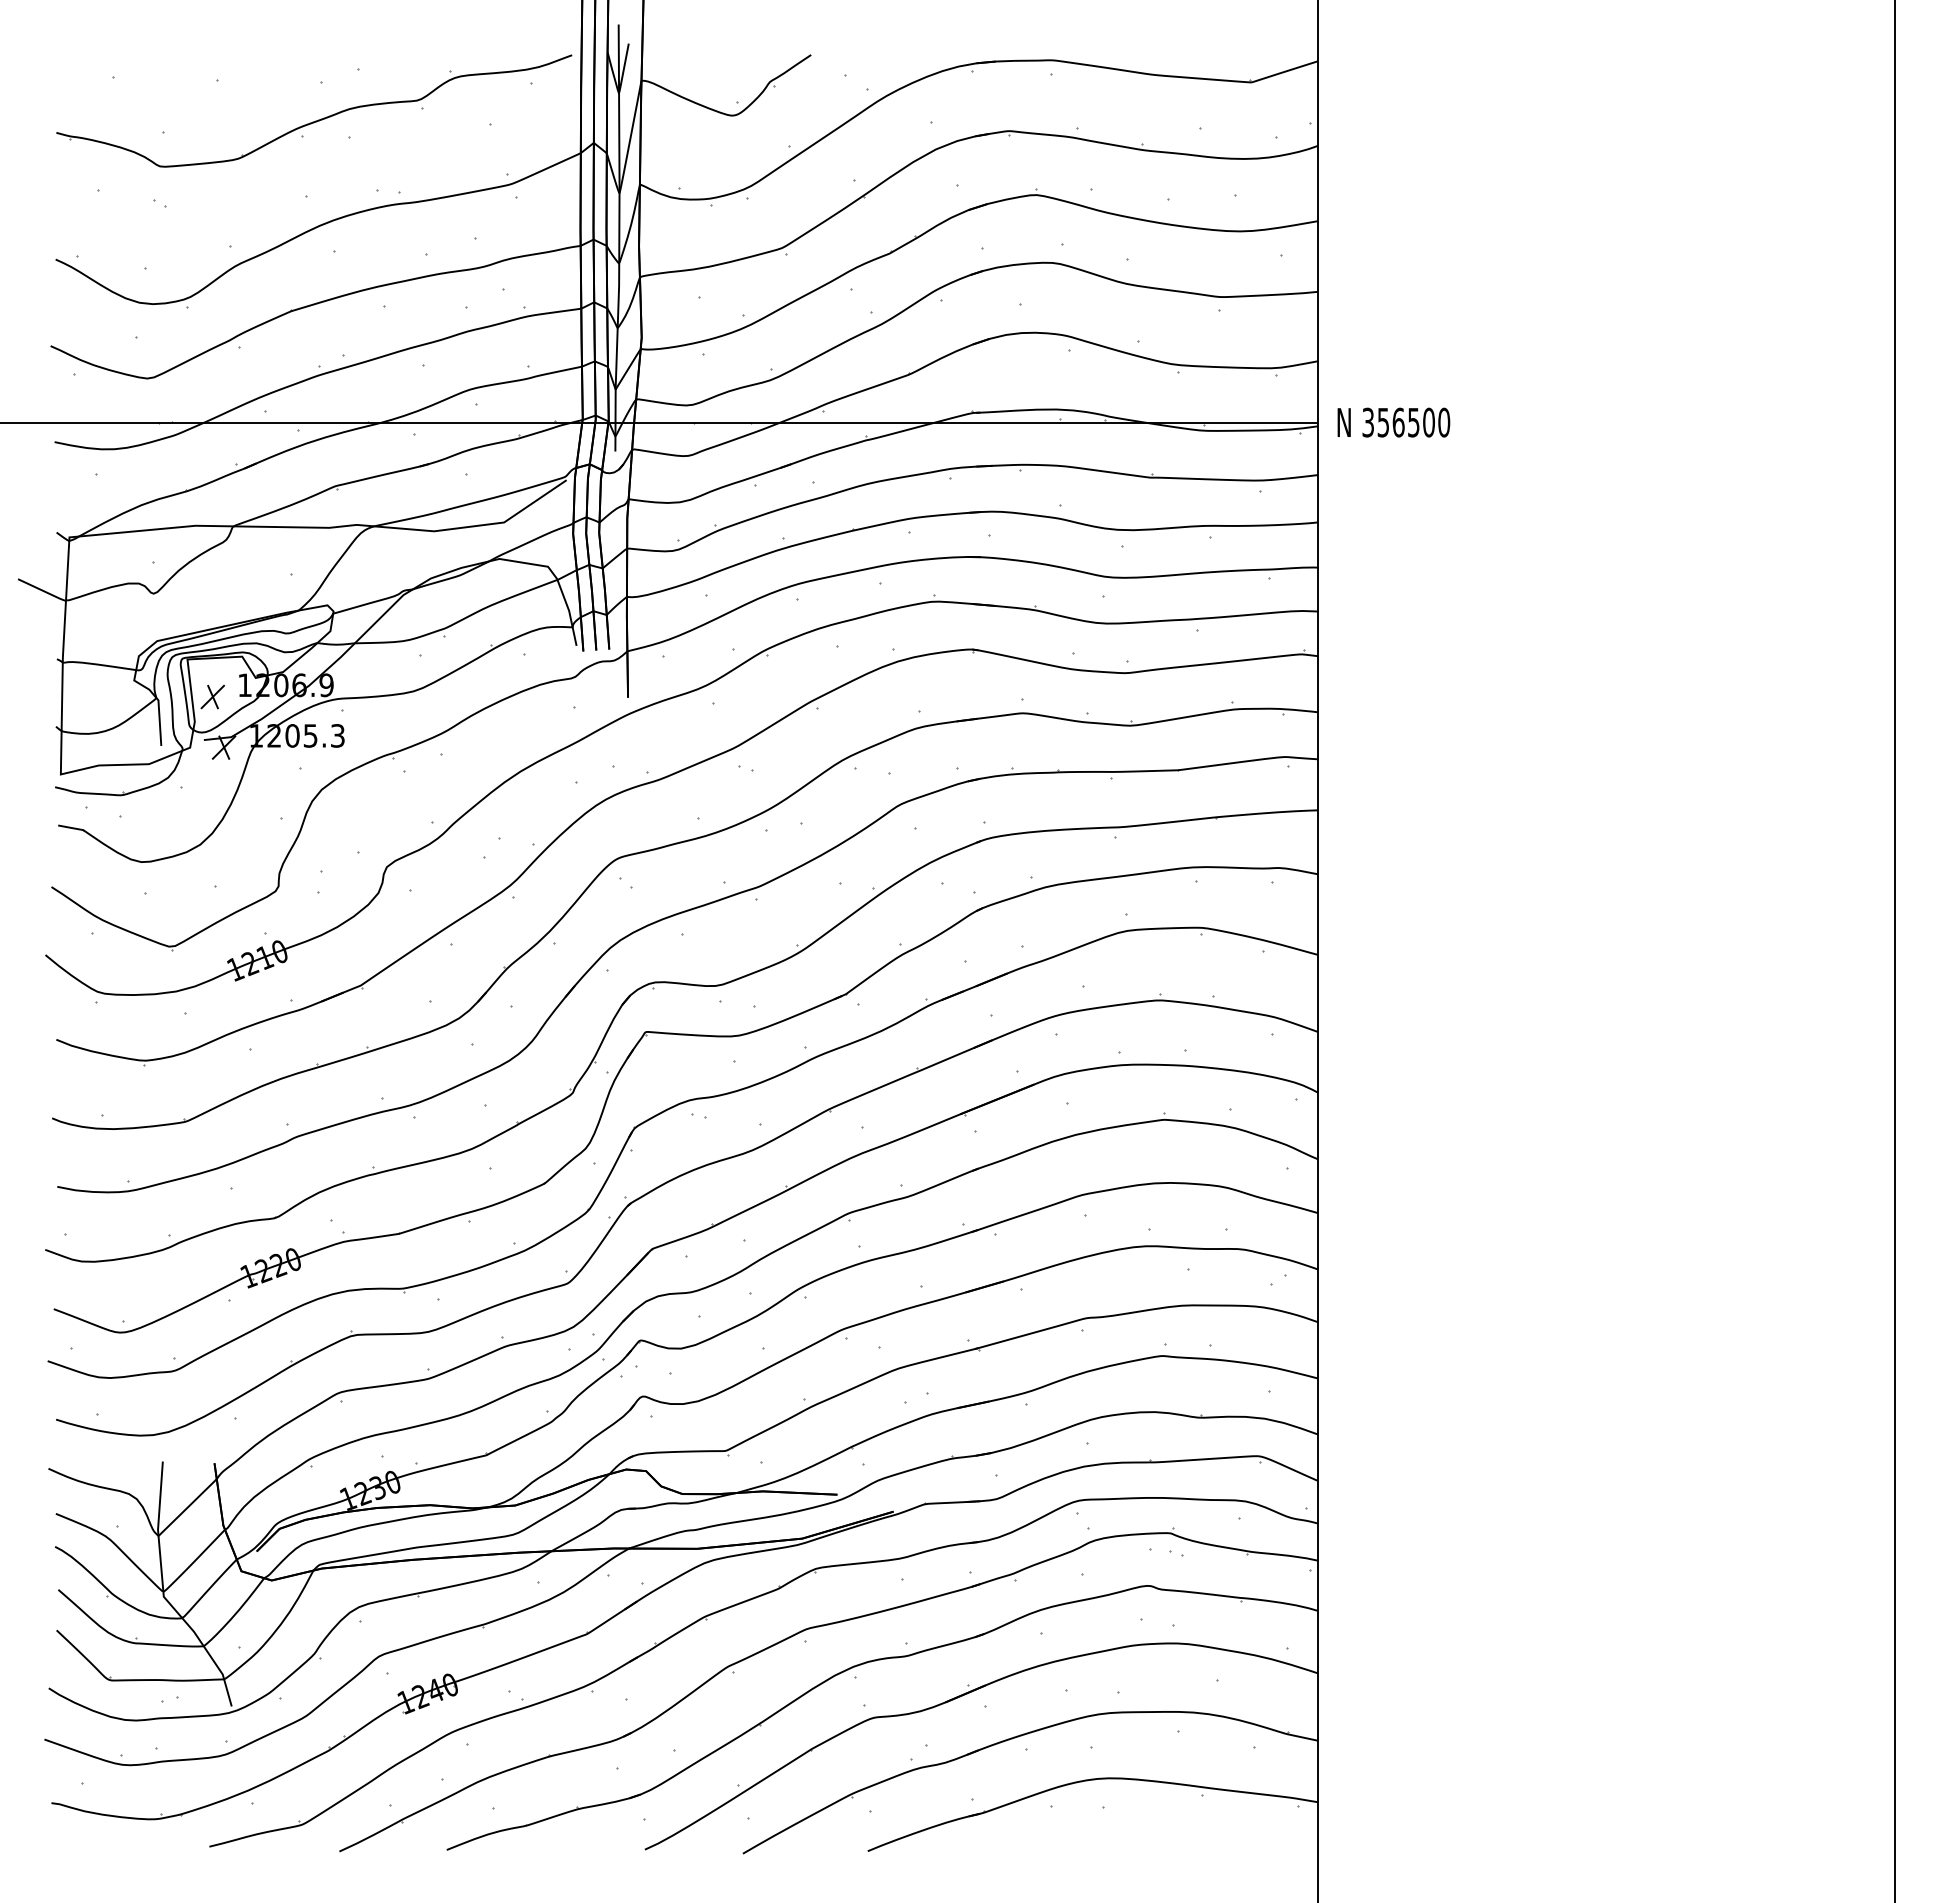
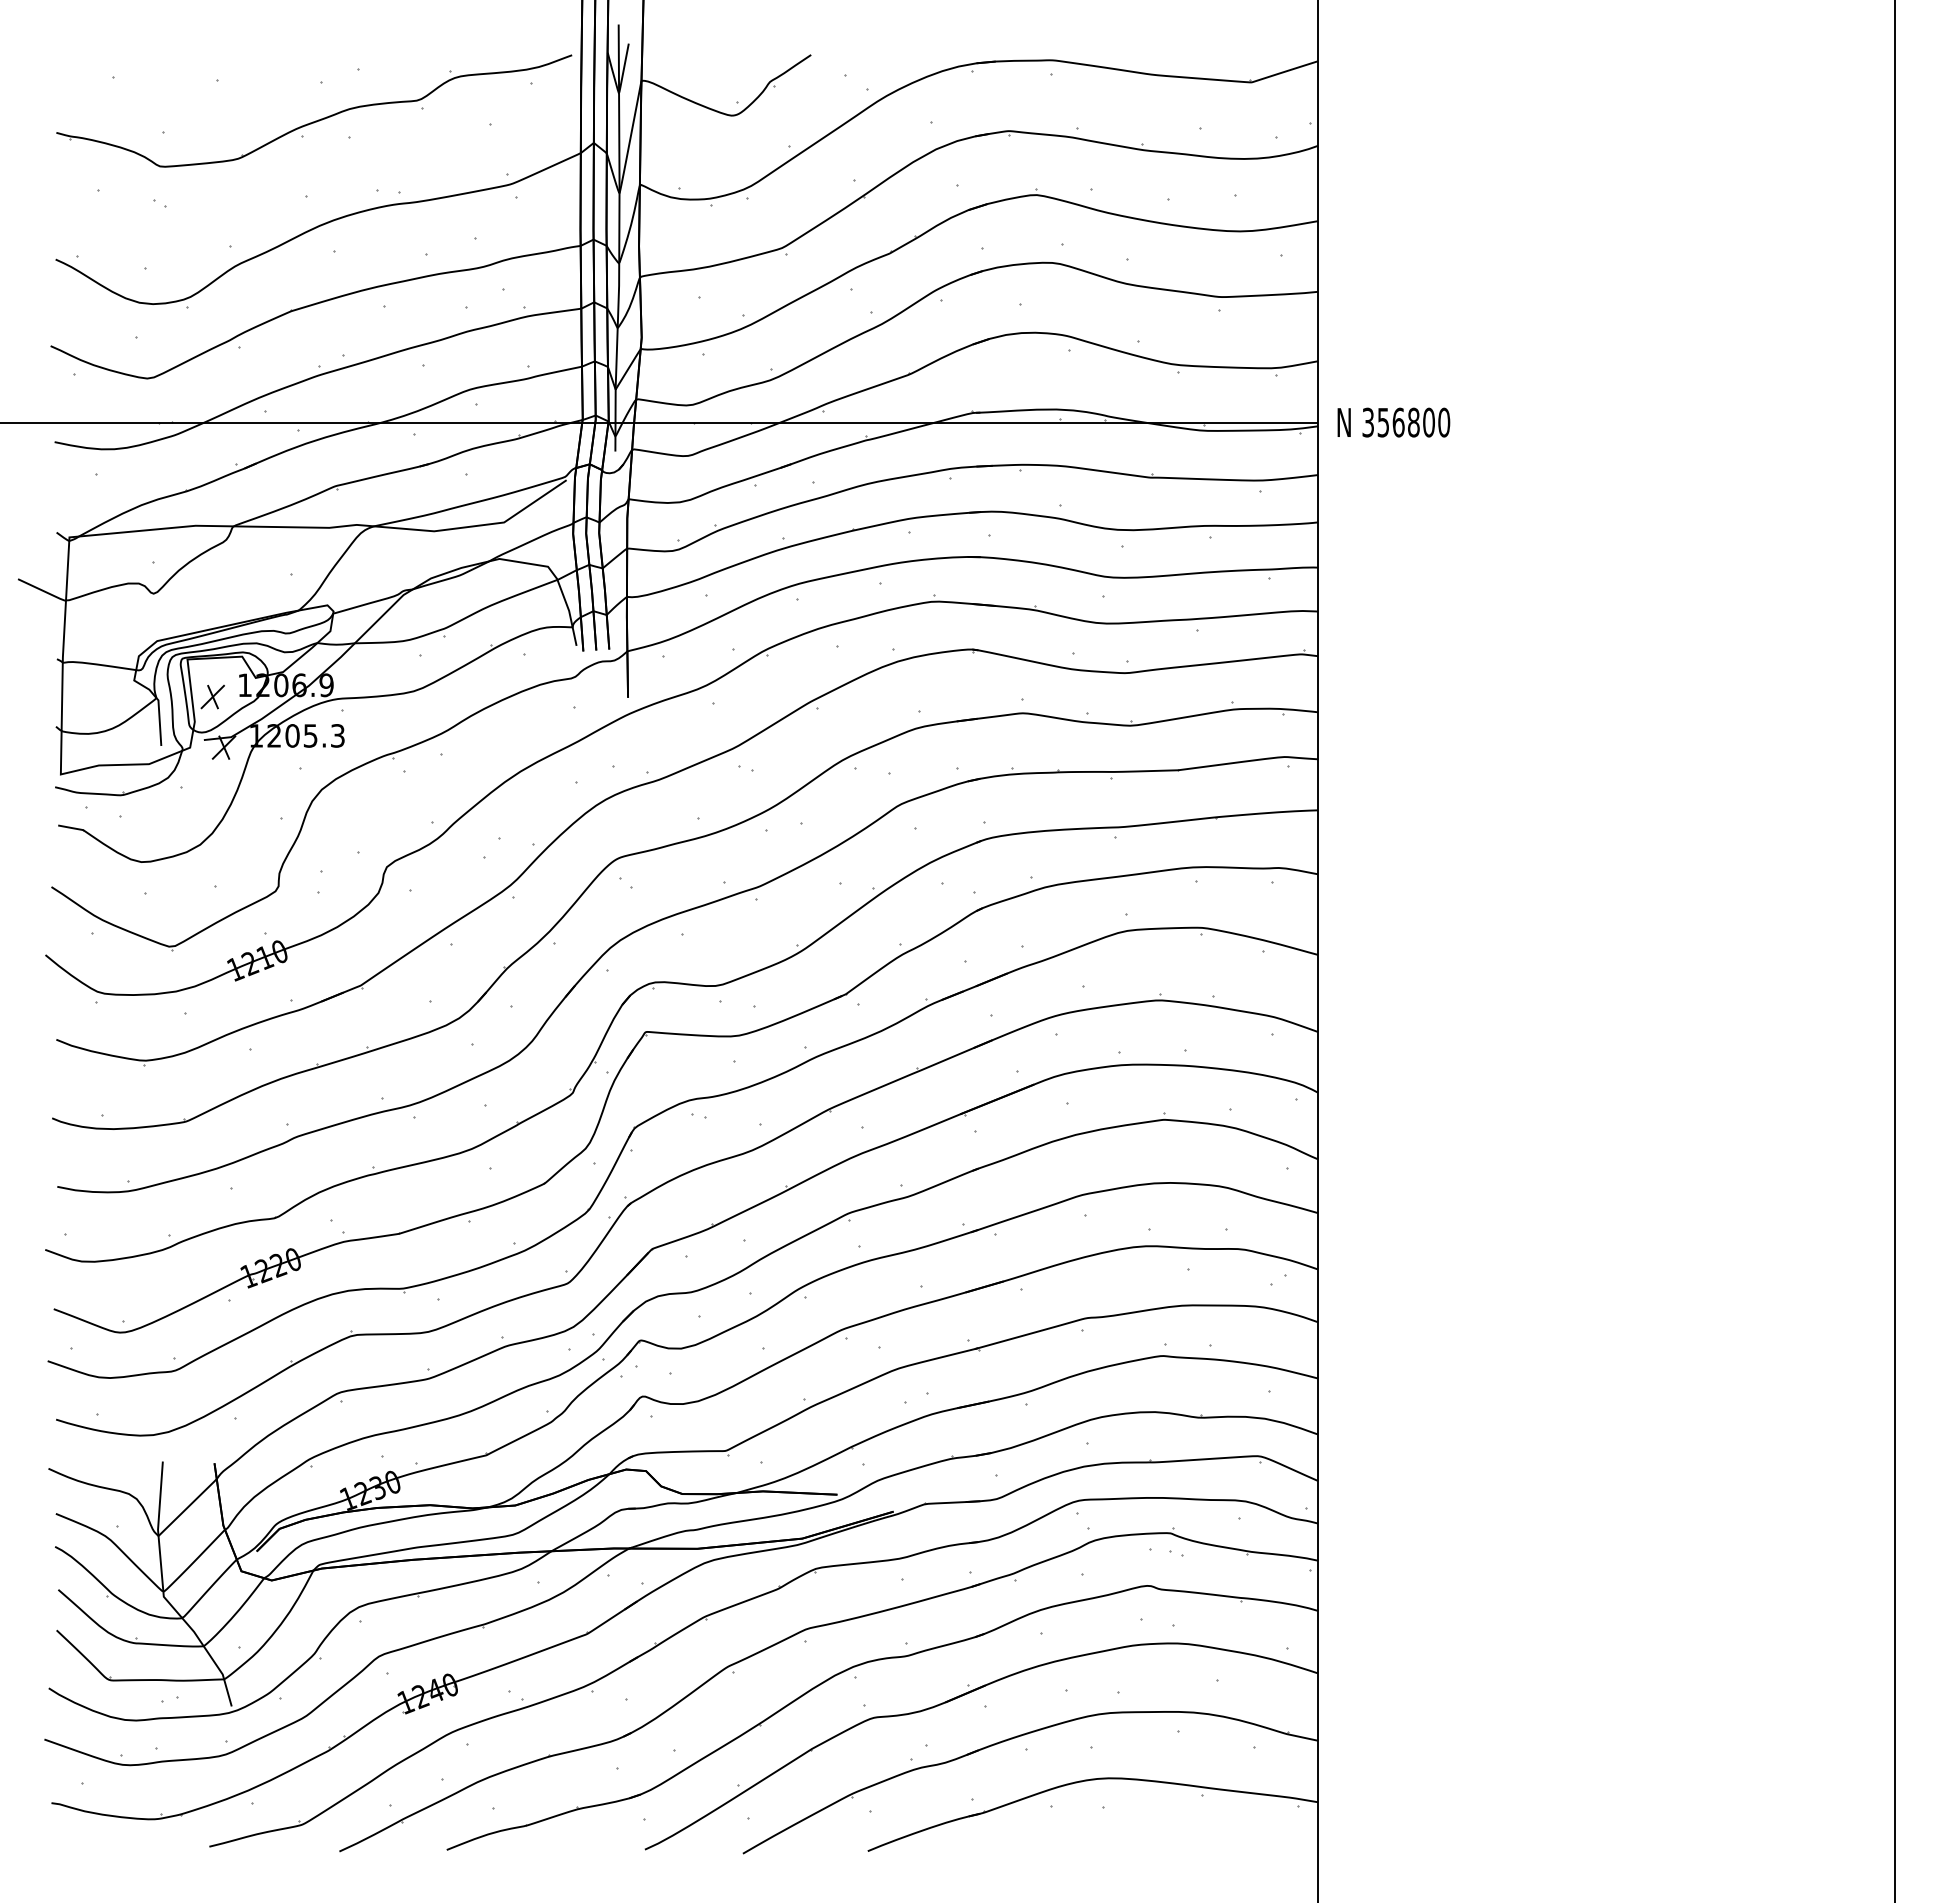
text at (1413, 422): 356500 -> 356800
